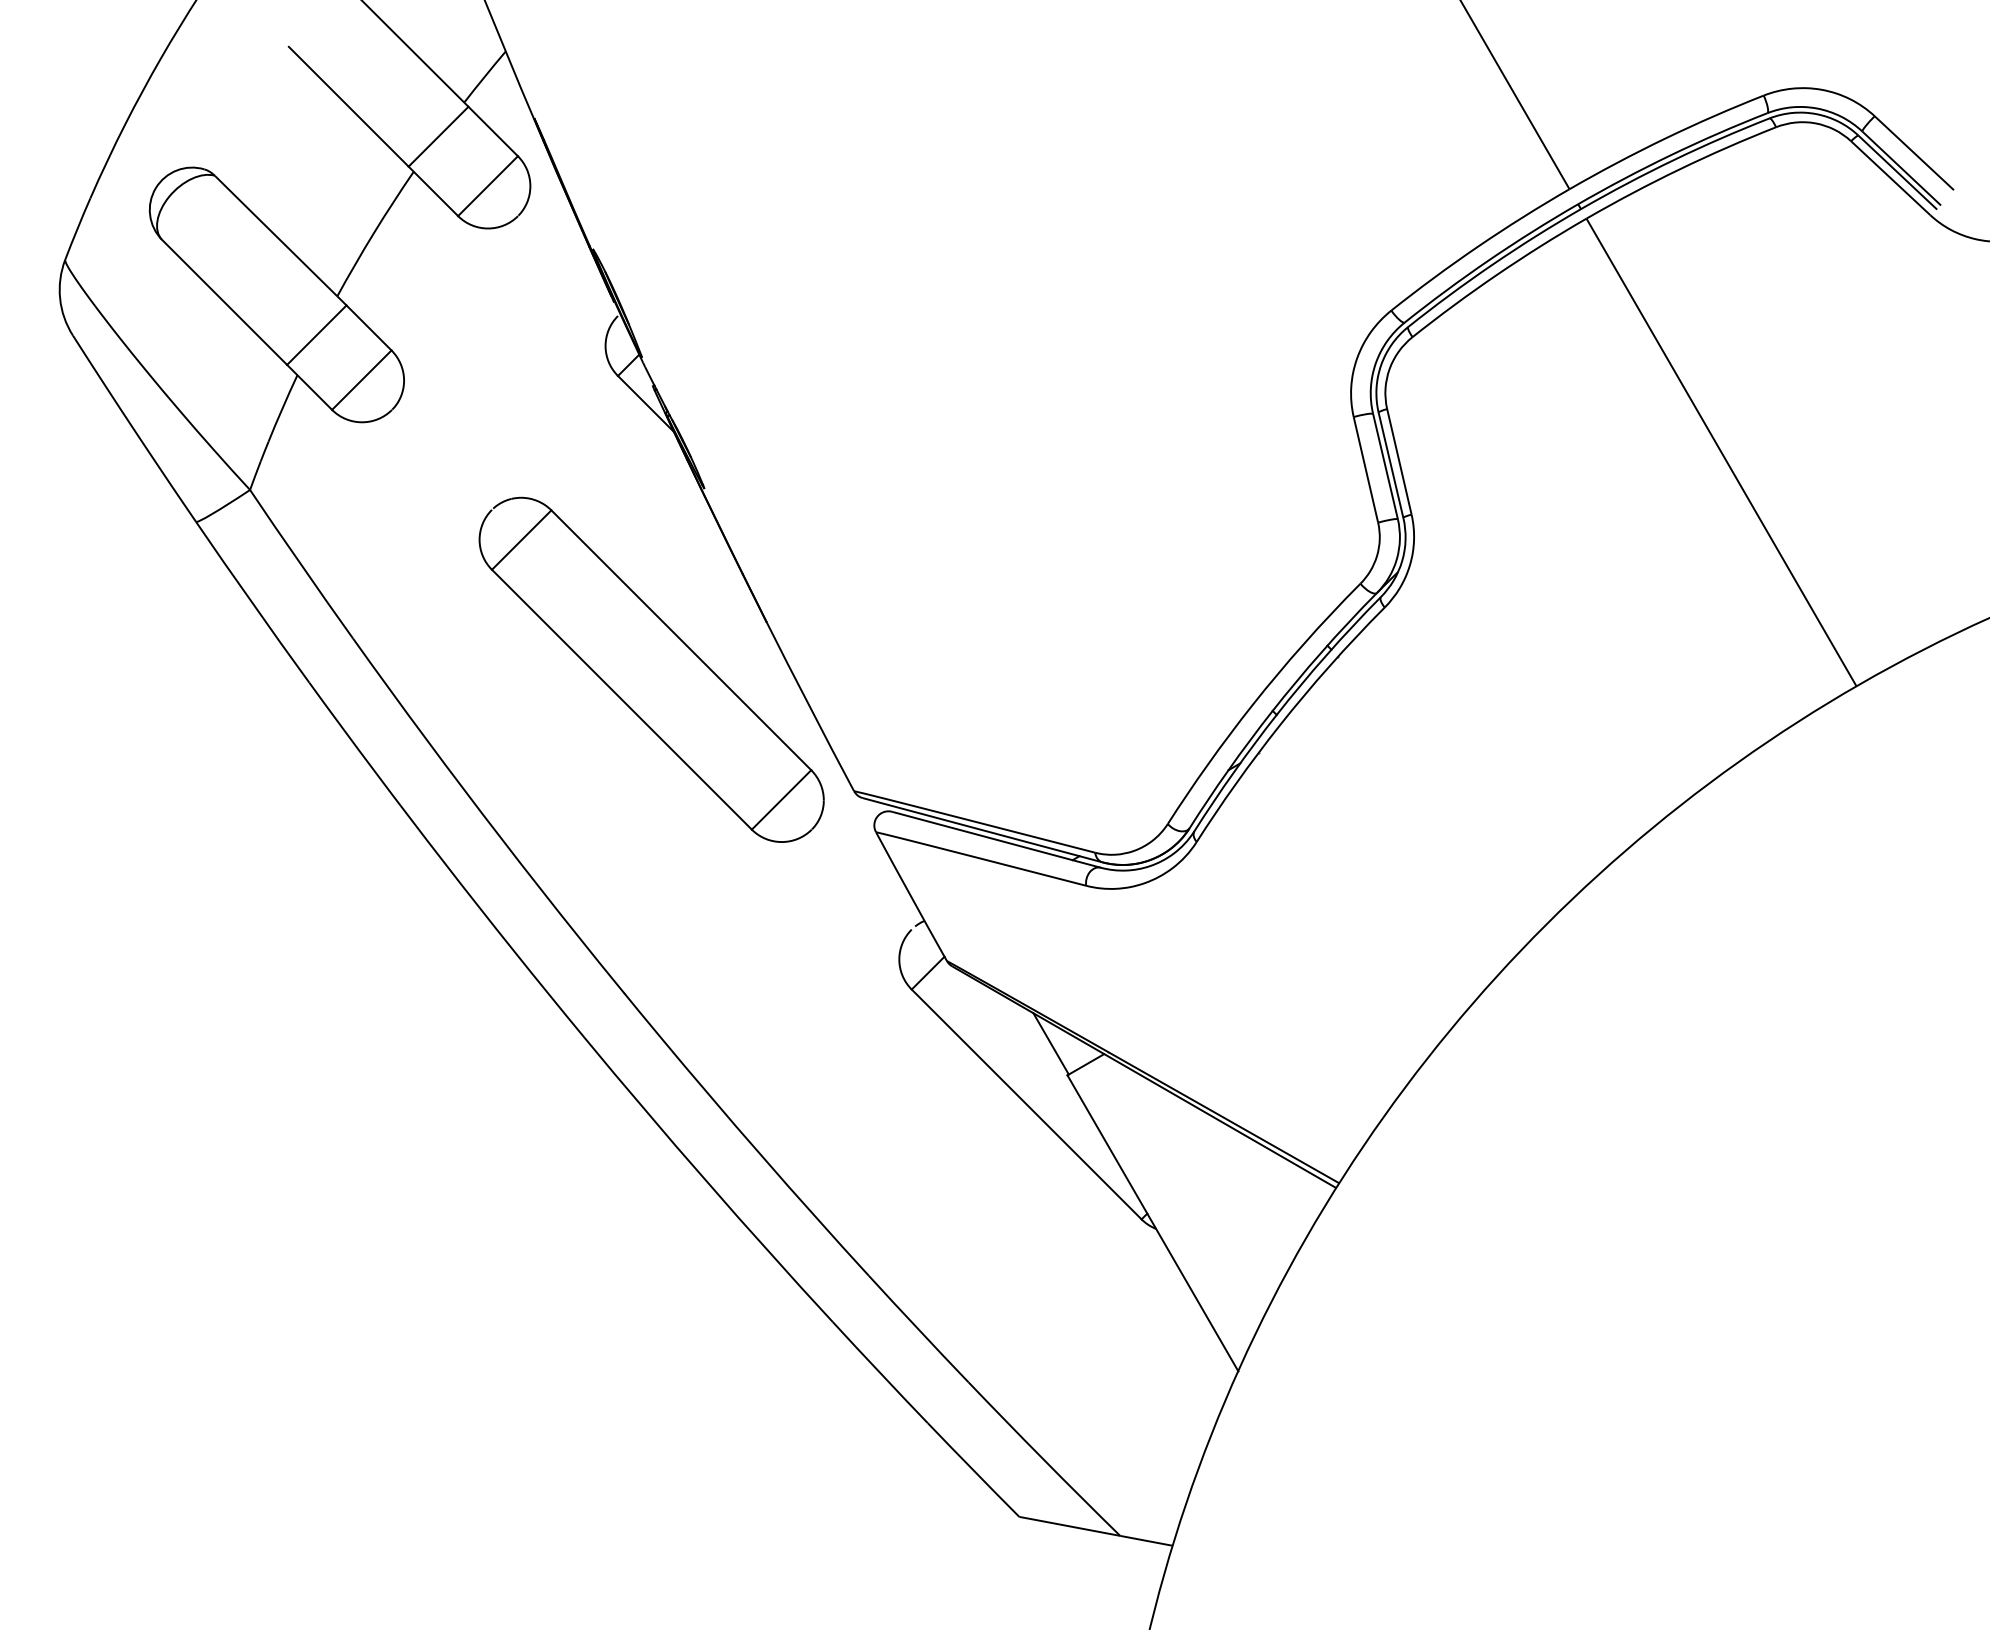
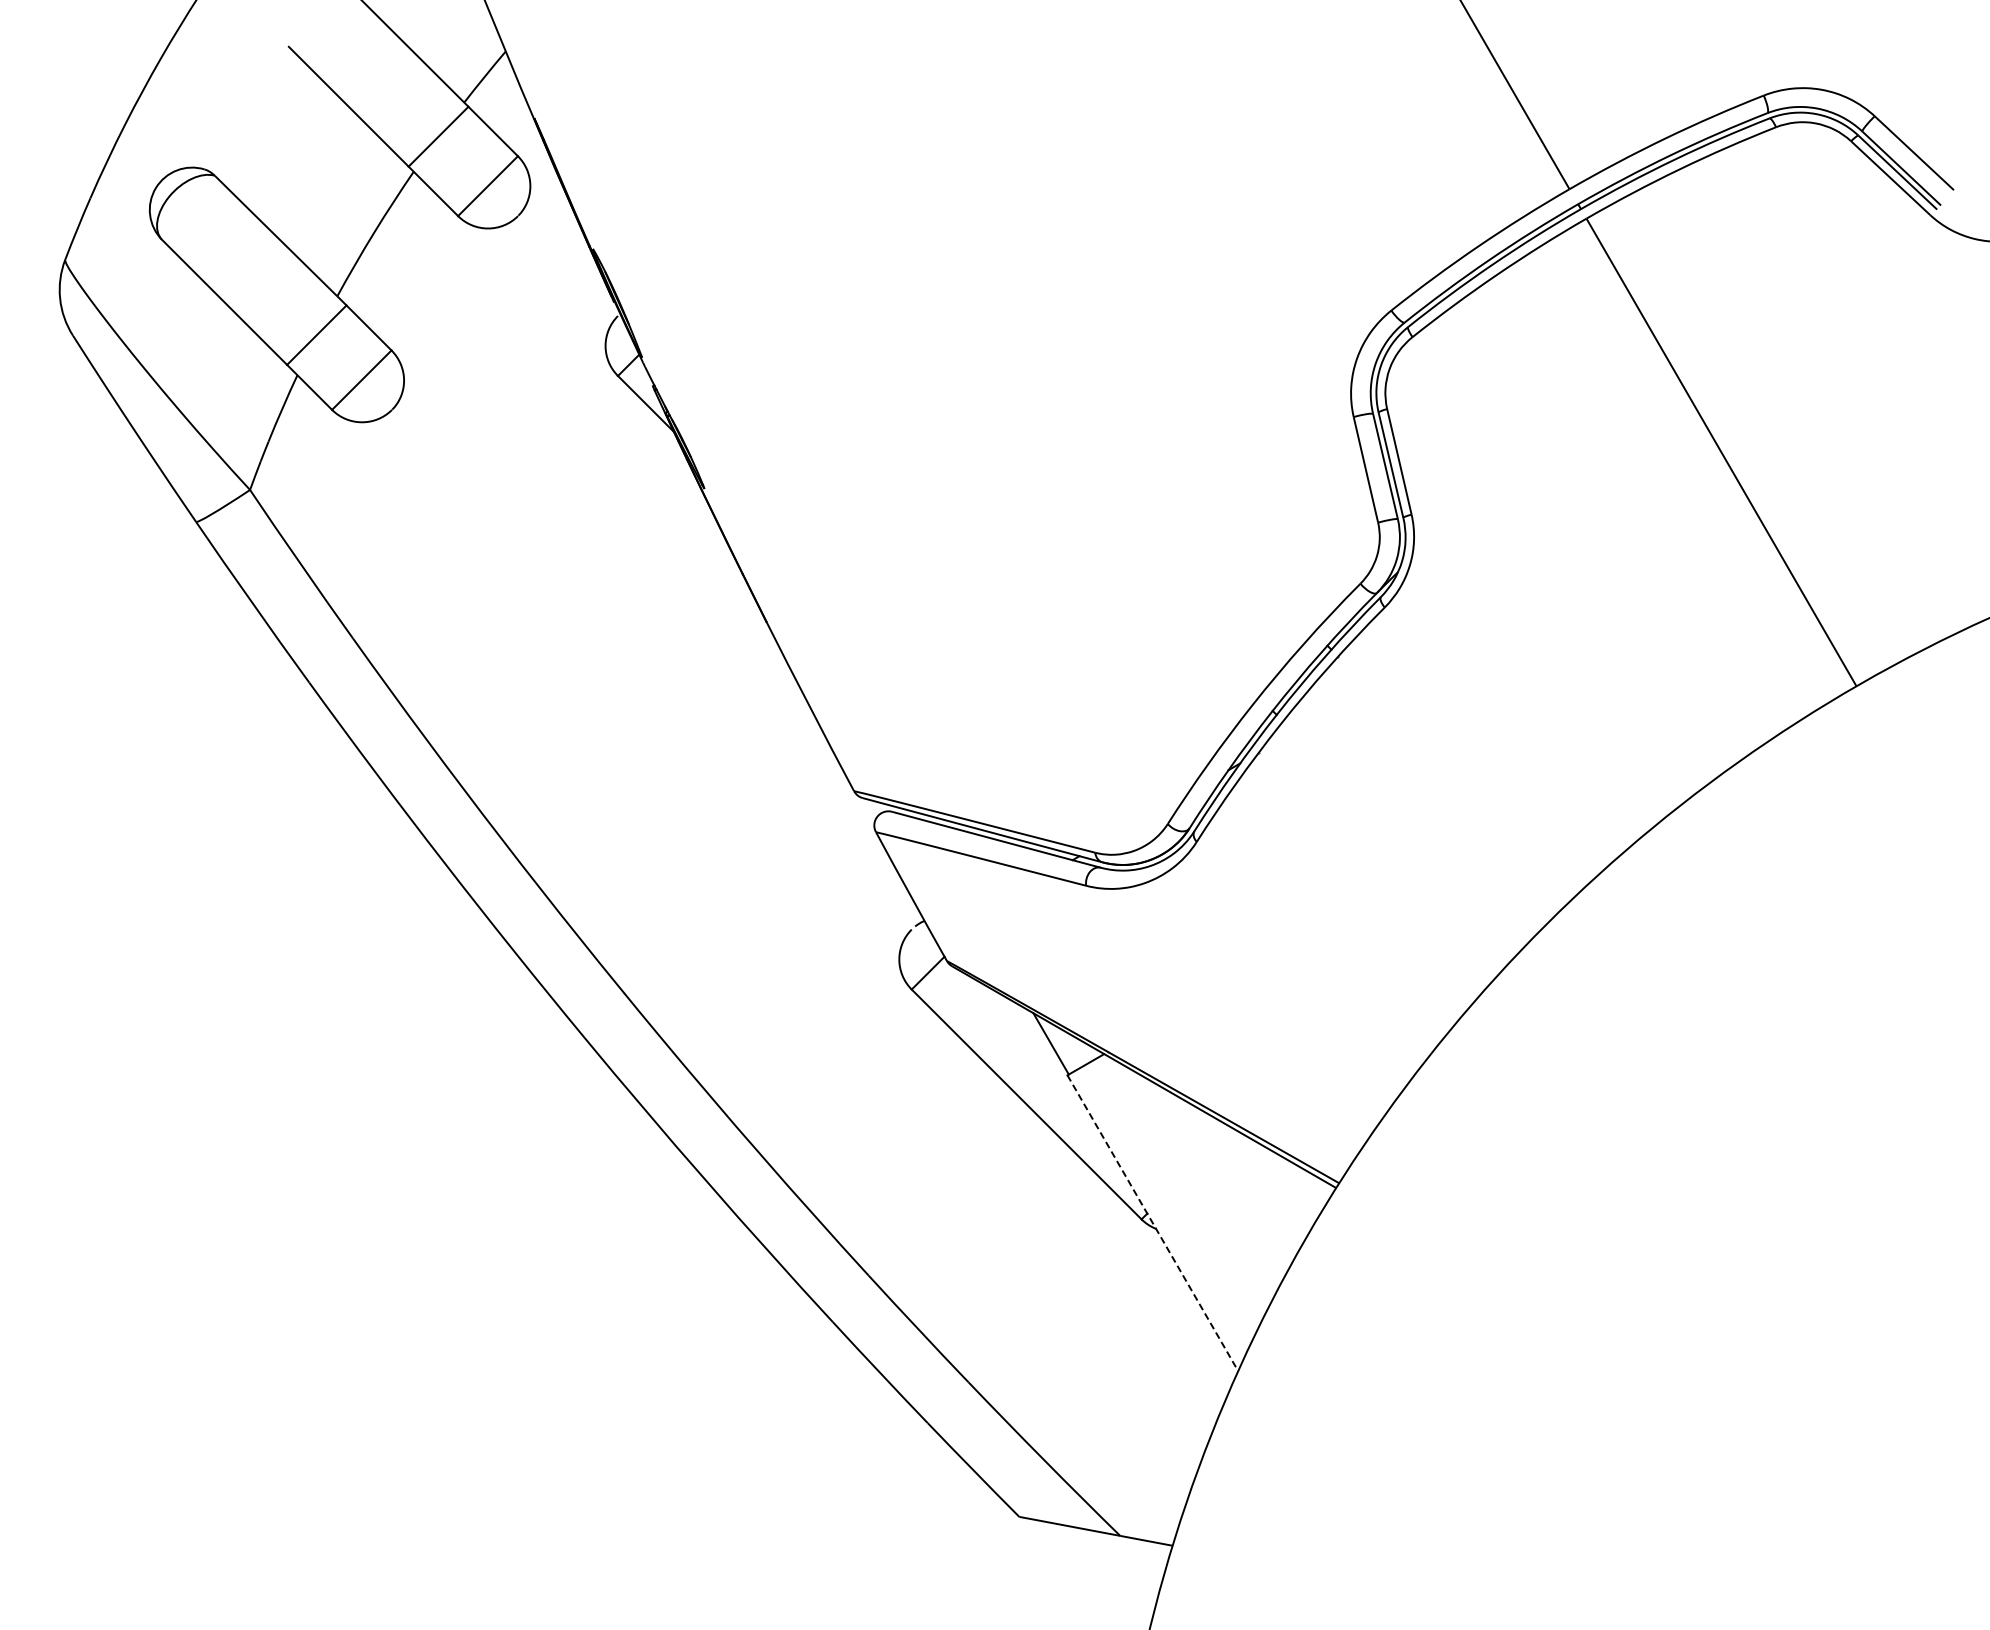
part at (651, 669): present -> none
line at (1152, 1223): solid -> dashed
